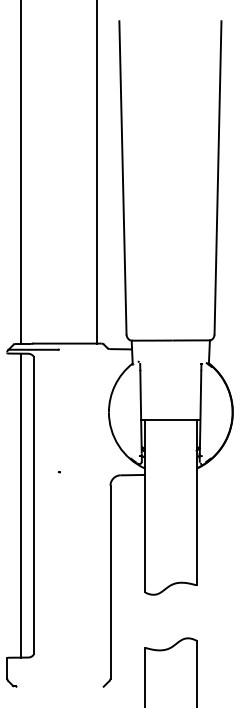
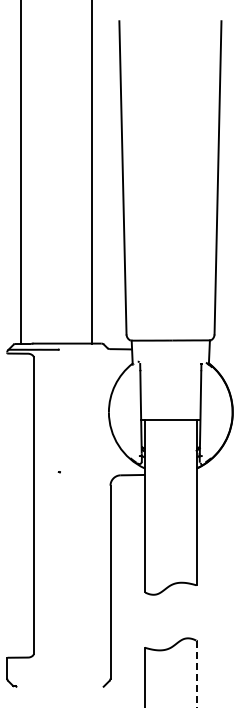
line at (96, 172) position: (96, 172) -> (91, 172)
line at (21, 505): present -> none
line at (196, 673): solid -> dashed
